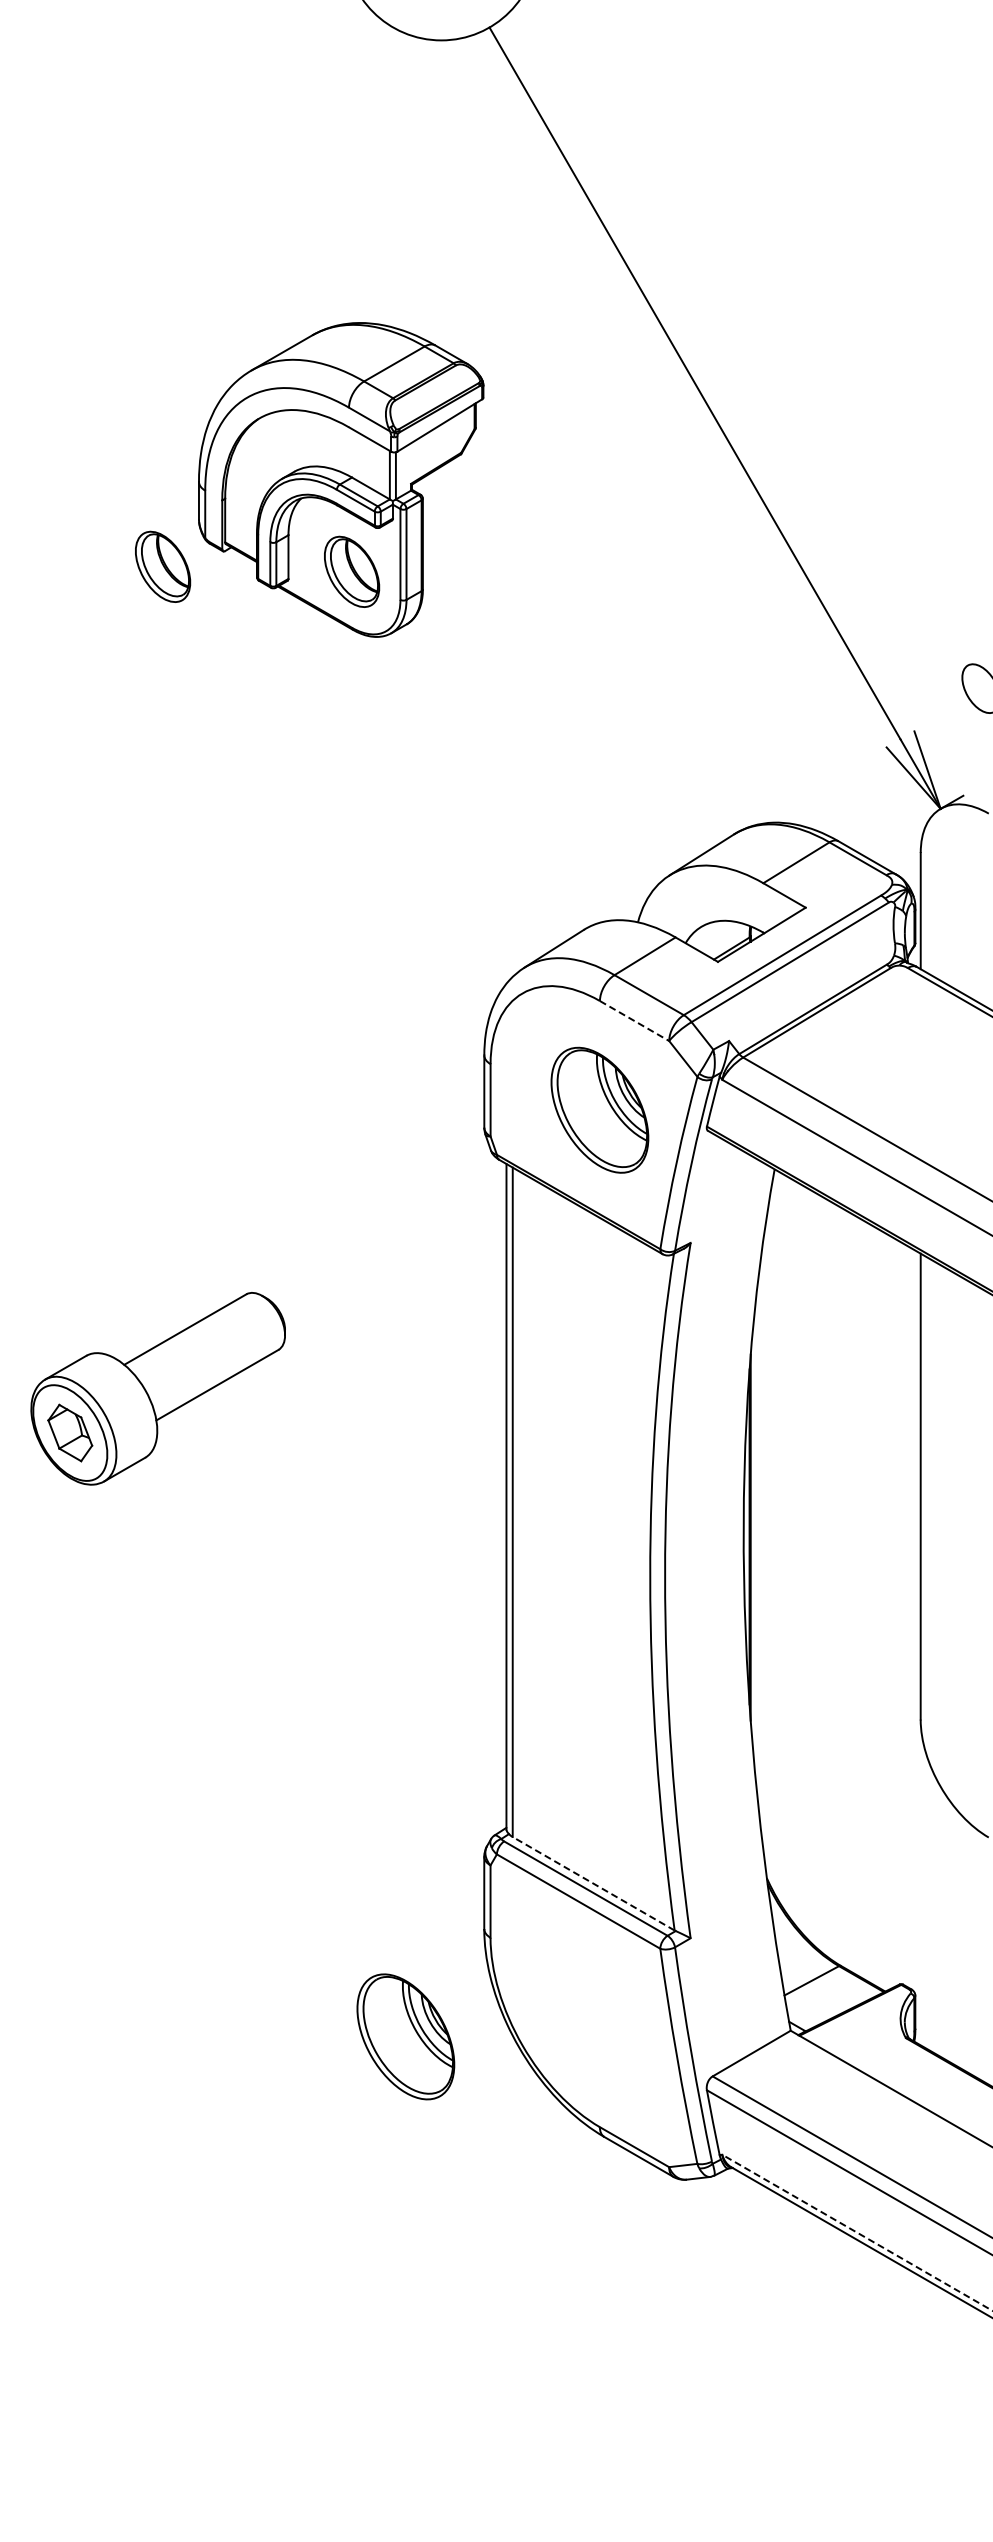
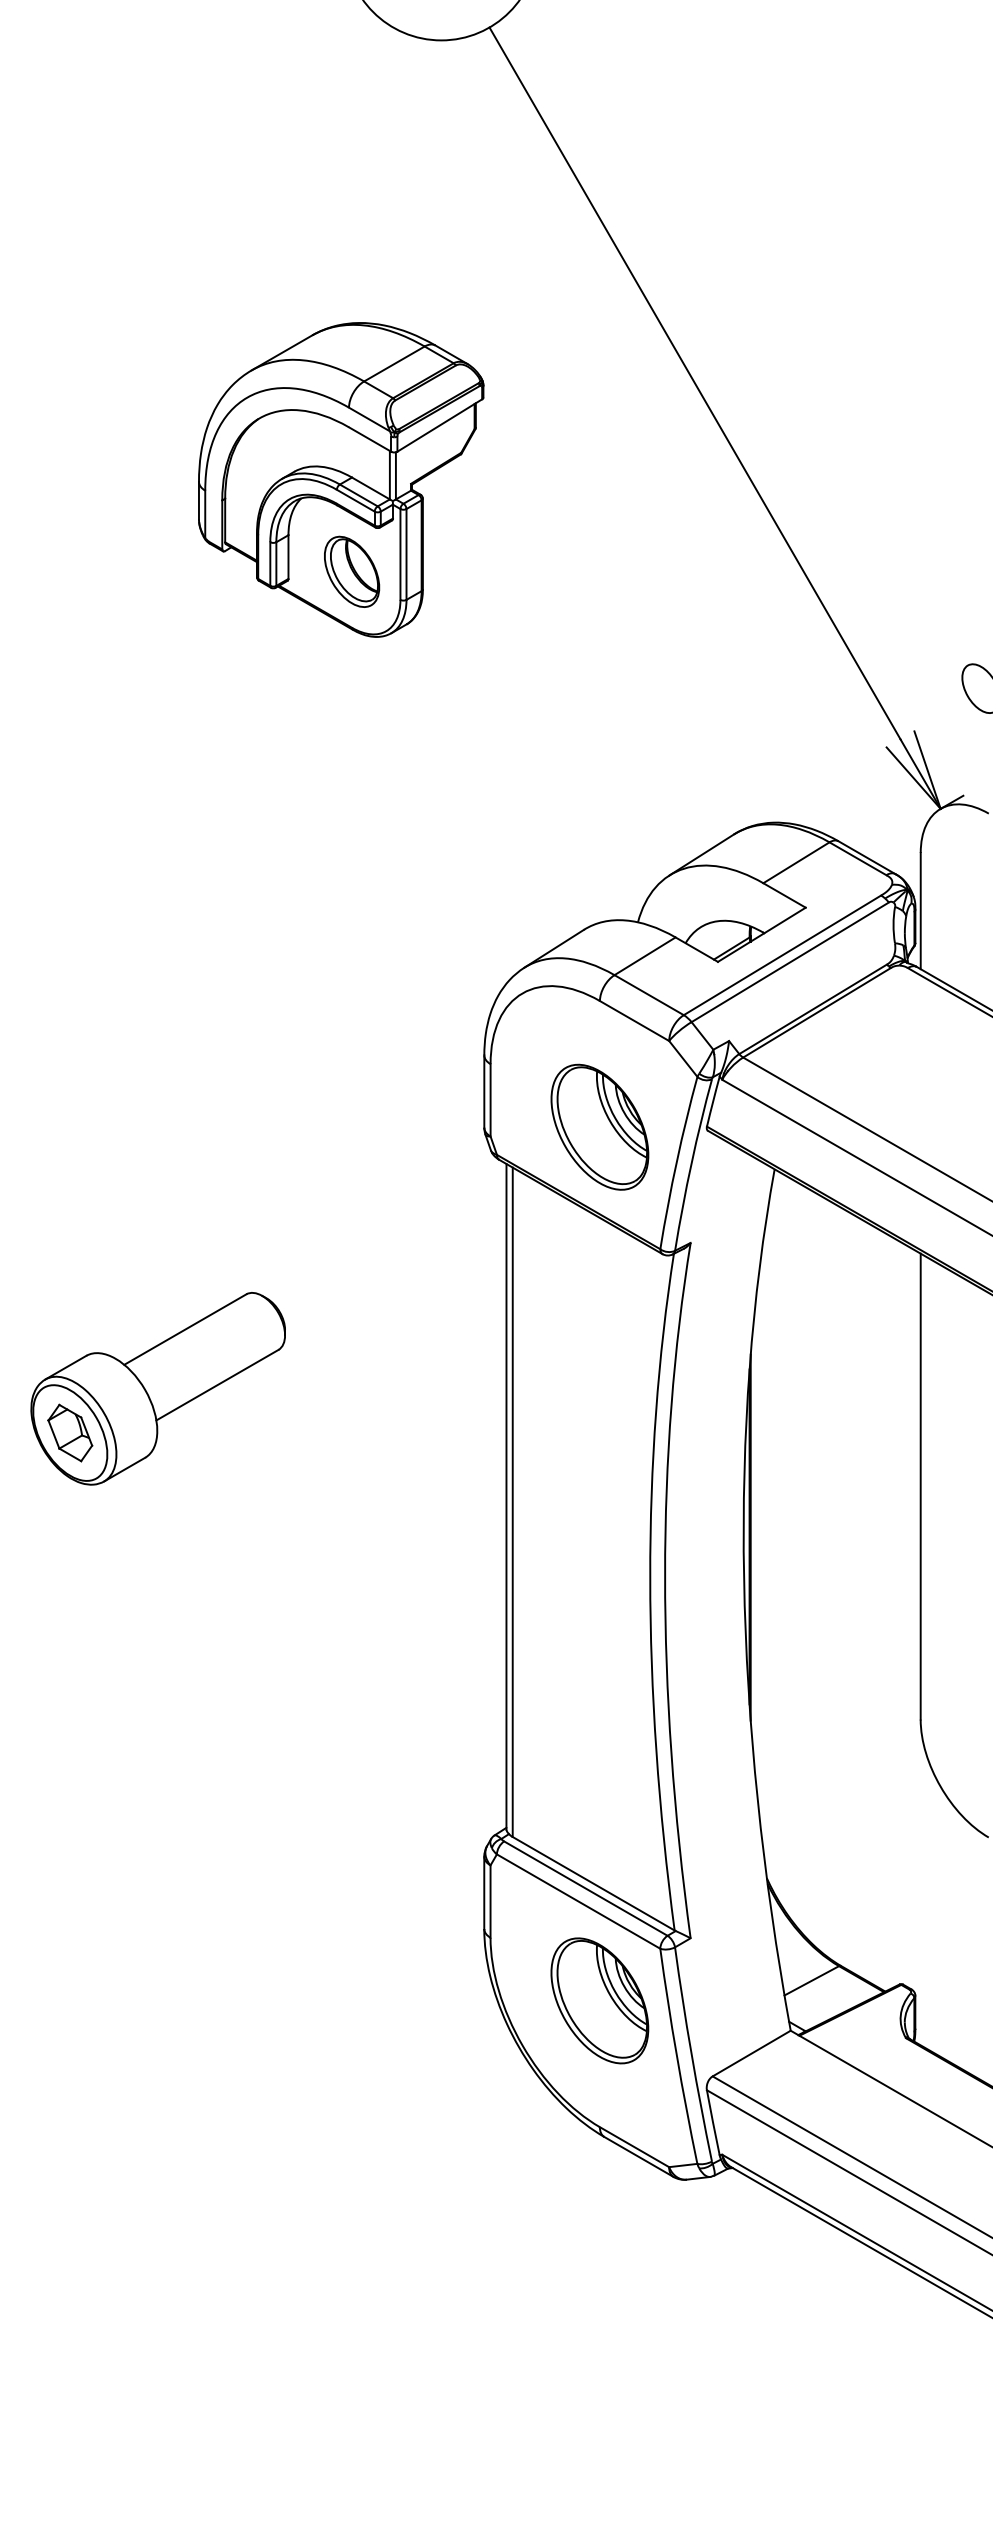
part at (163, 566): present -> none
line at (634, 1021): dashed -> solid
part at (599, 1109) position: (599, 1109) -> (599, 1126)
line at (593, 1883): dashed -> solid
part at (405, 2036) position: (405, 2036) -> (599, 2000)
line at (857, 2232): dashed -> solid
